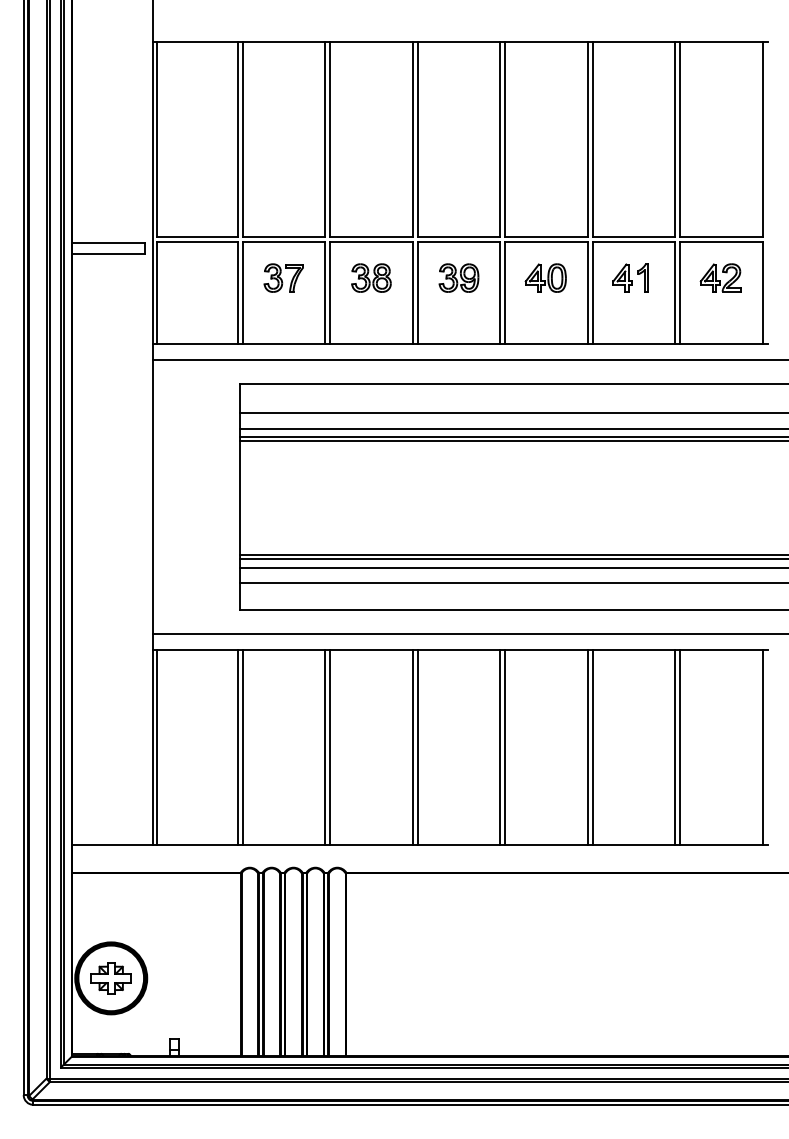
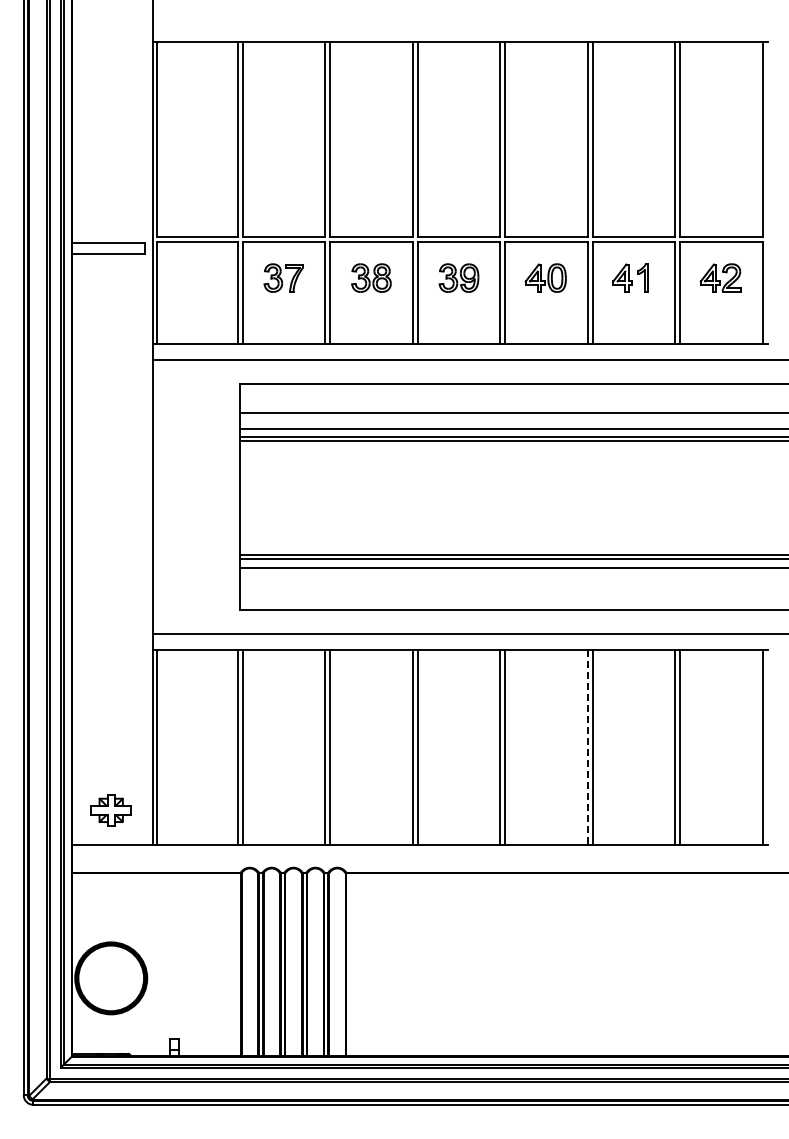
line at (512, 583): present -> none
line at (587, 747): solid -> dashed
part at (110, 978) position: (110, 978) -> (110, 810)
